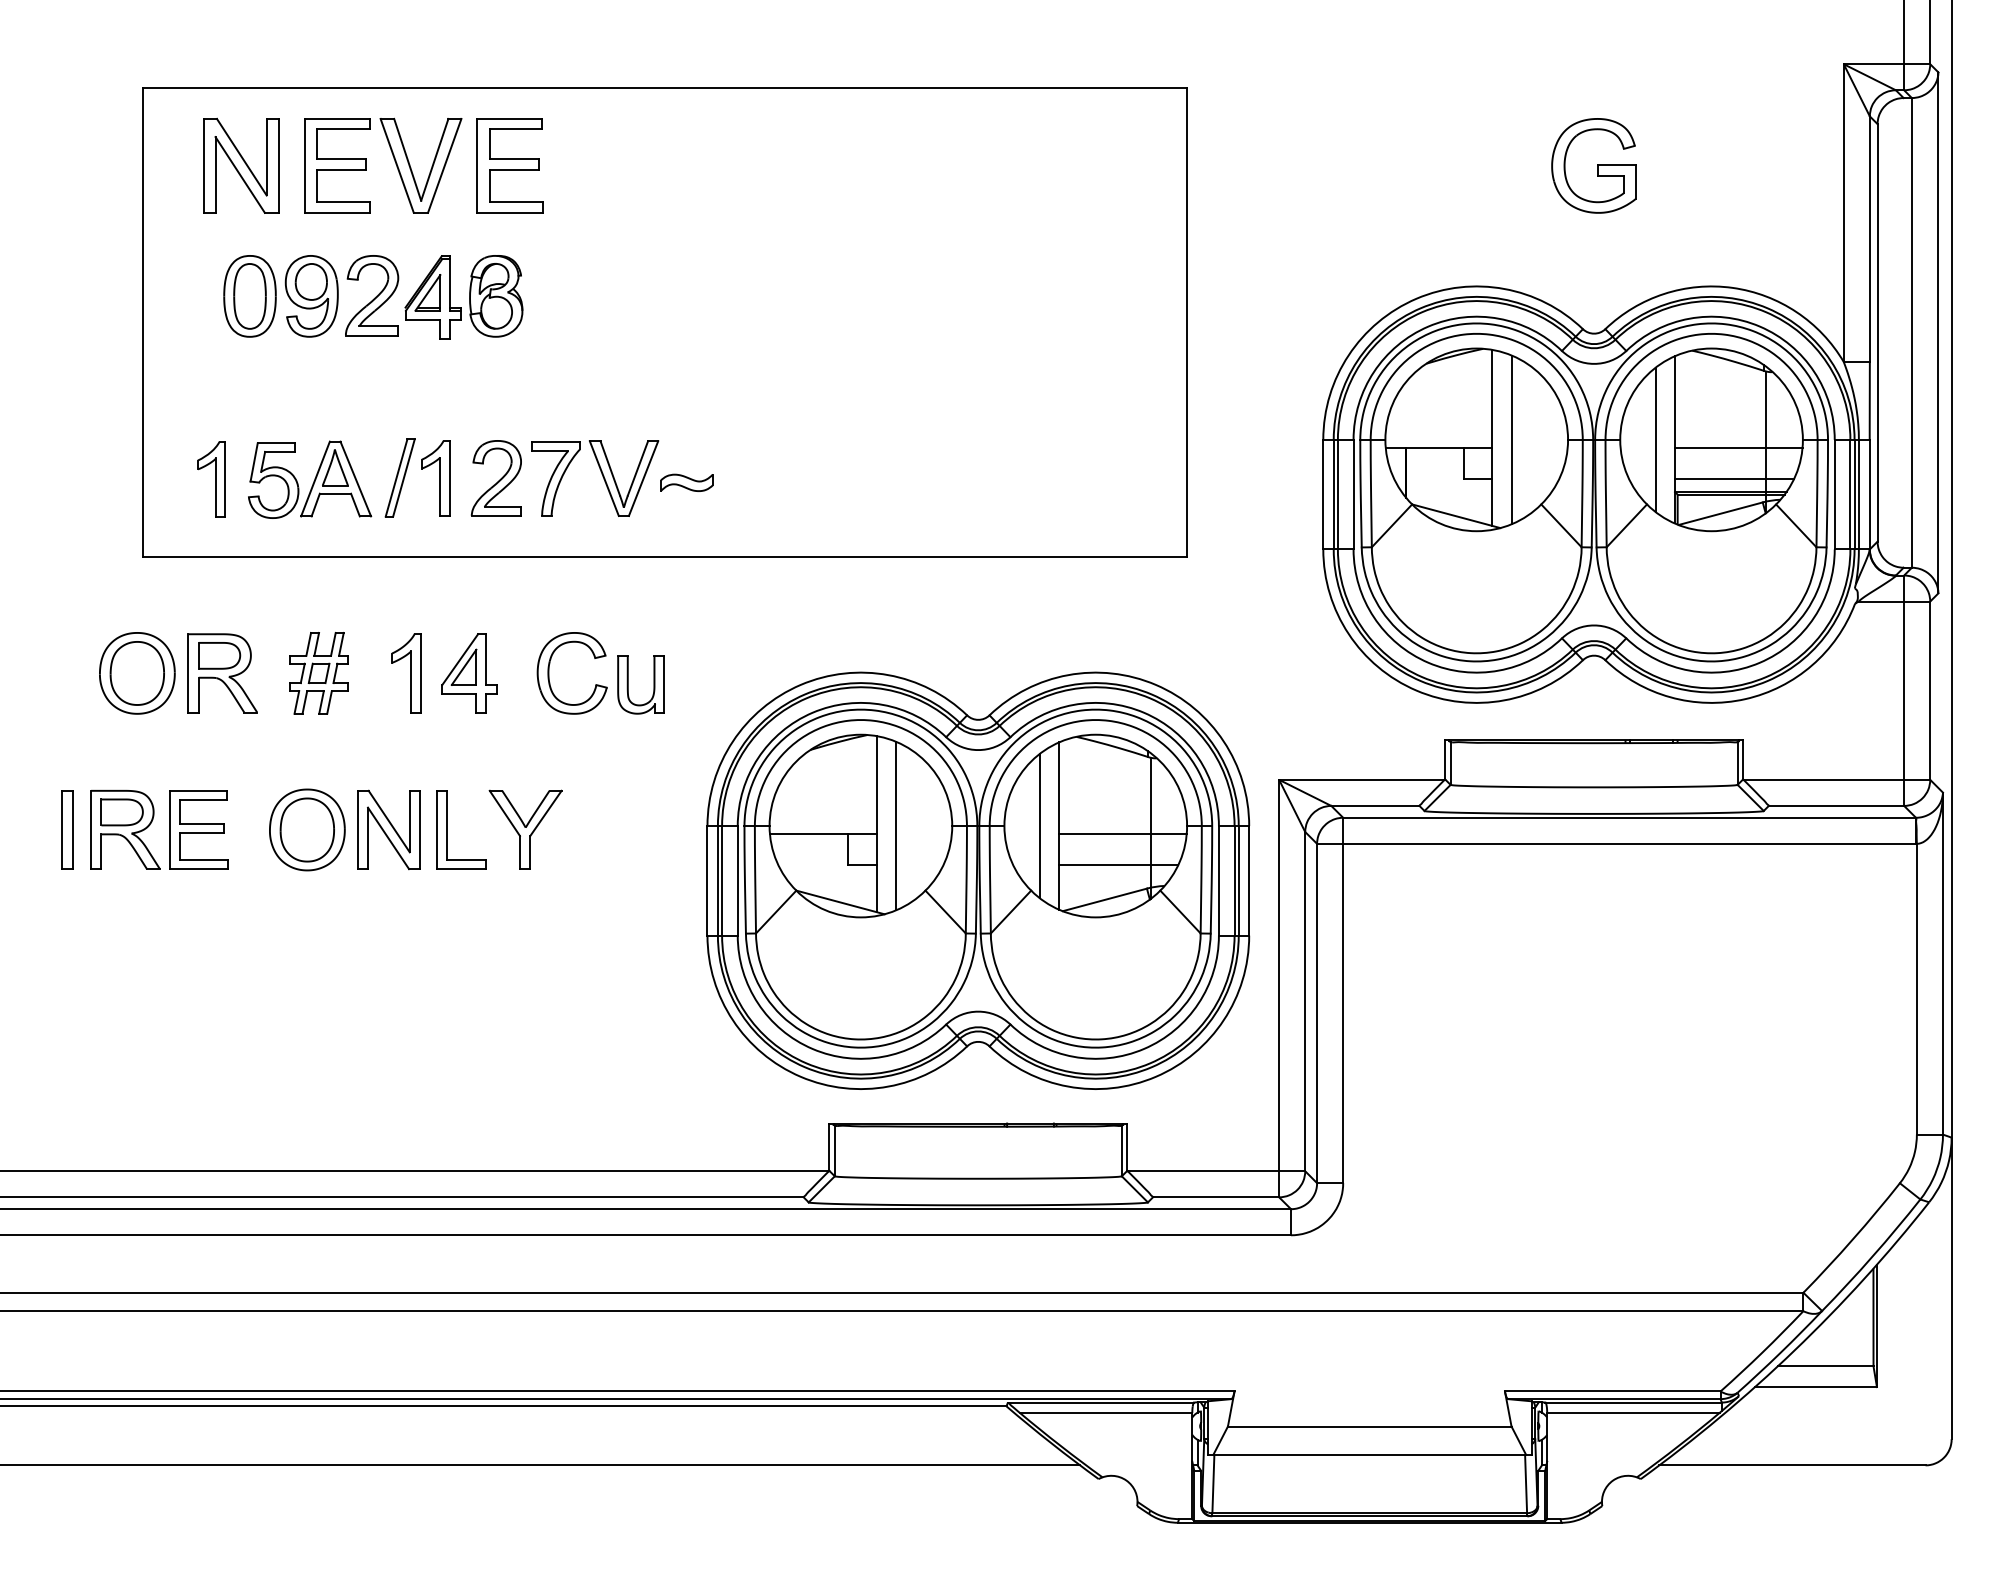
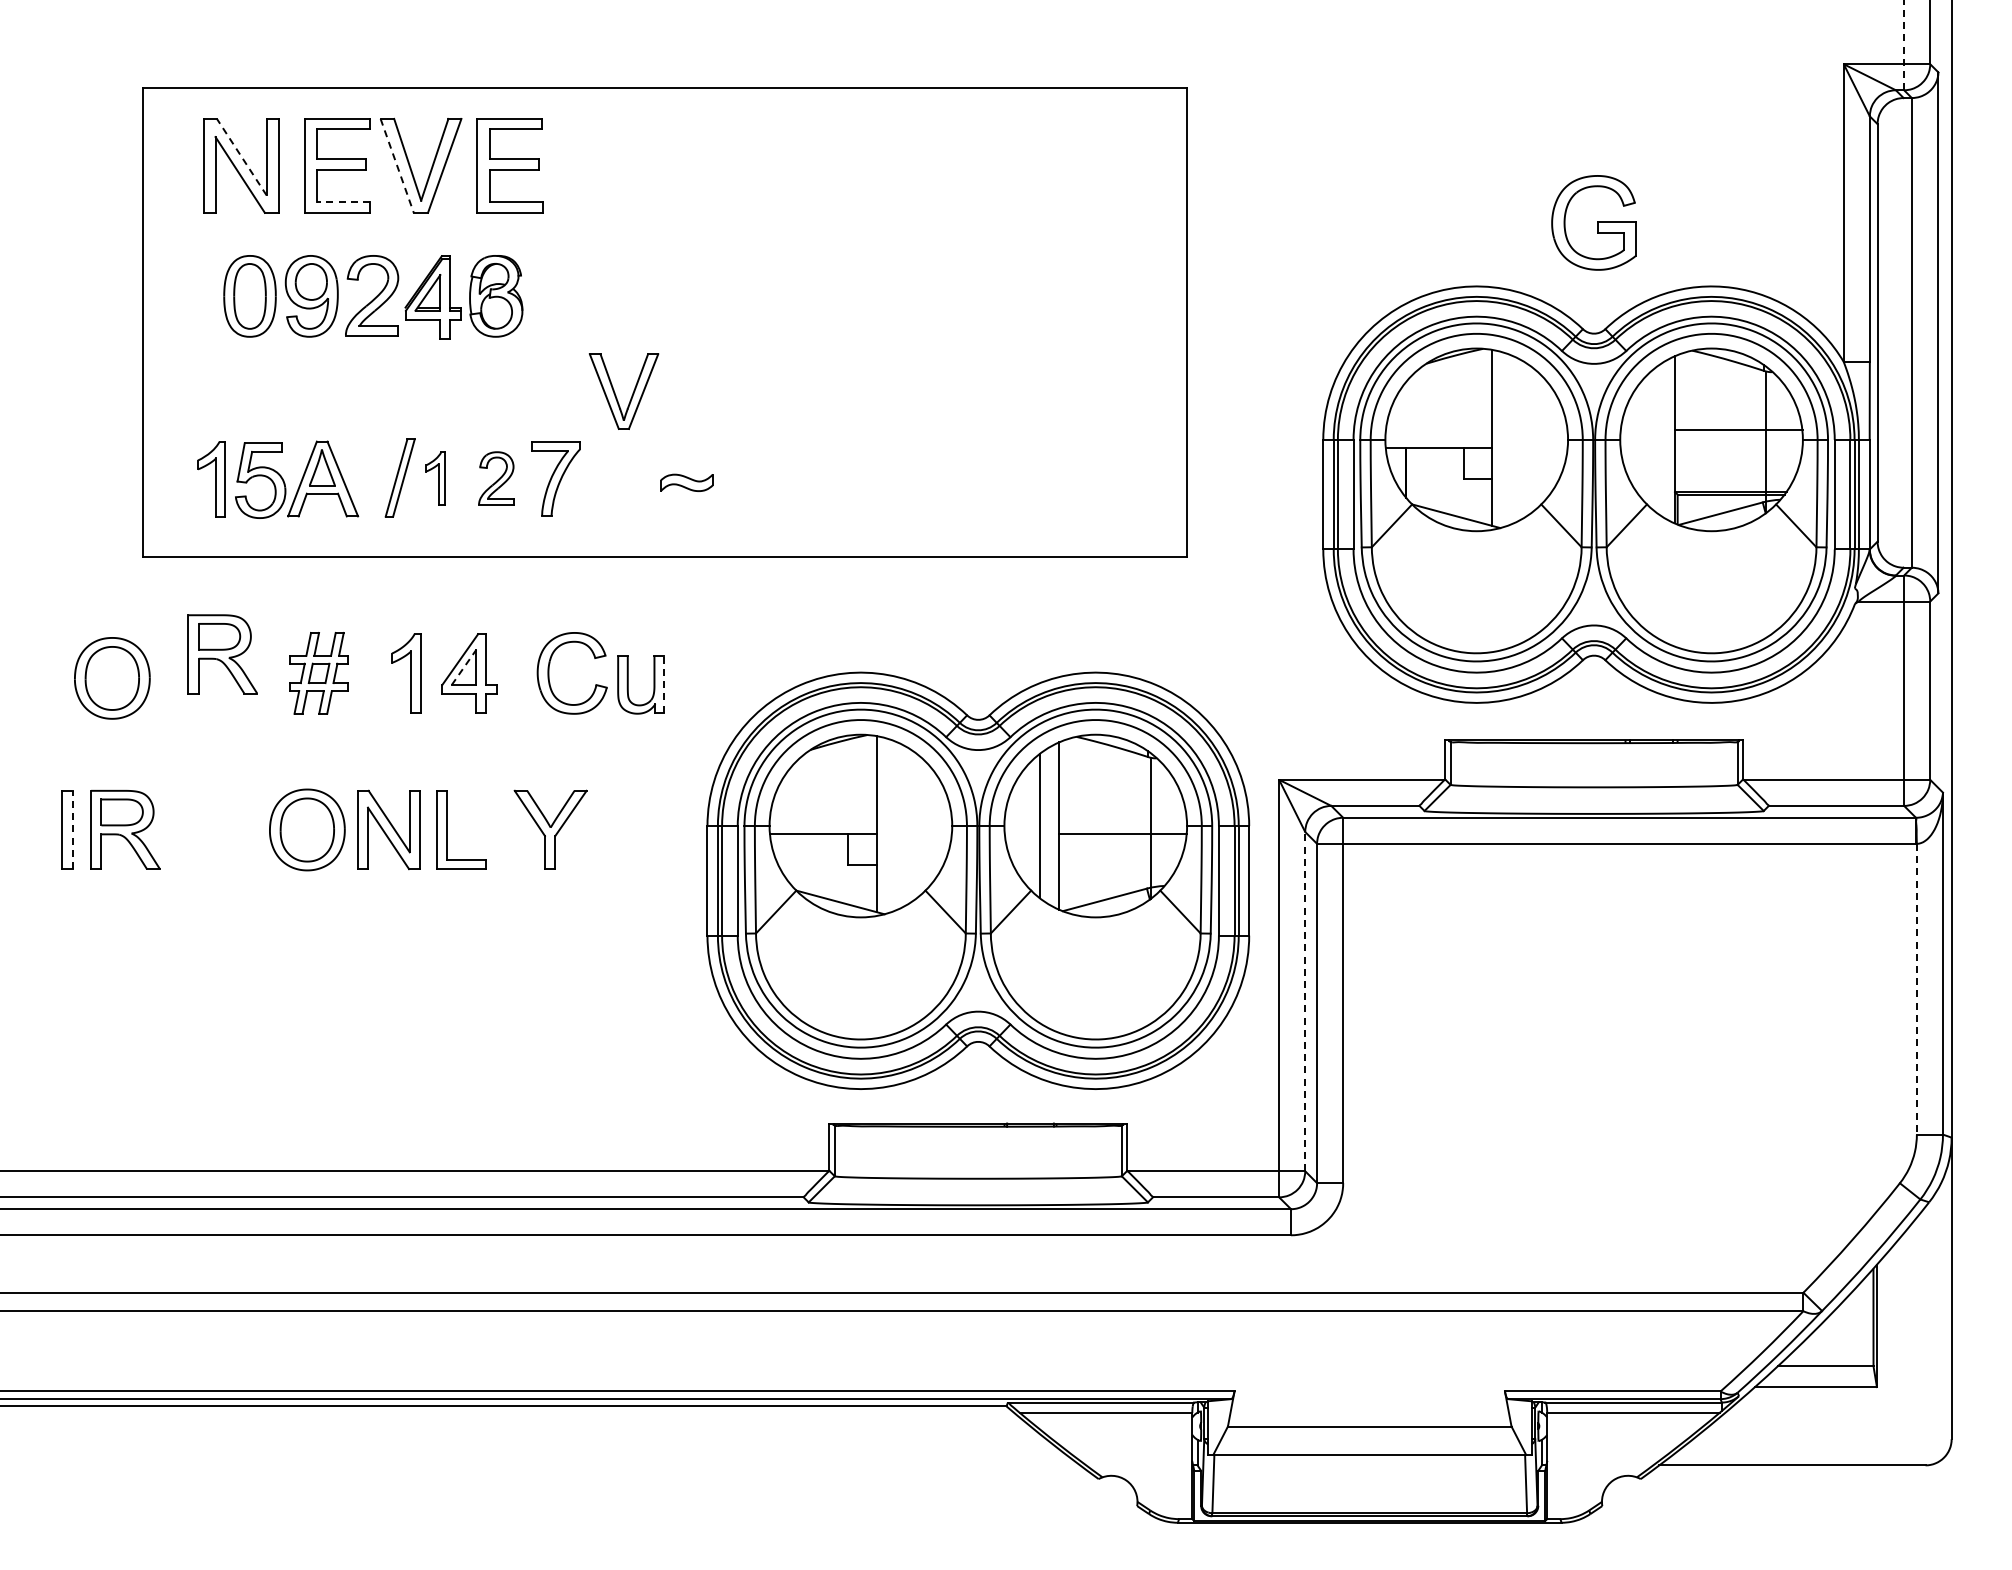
line at (1904, 45): solid -> dashed
line at (241, 157): solid -> dashed
line at (397, 165): solid -> dashed
part at (1593, 165) position: (1593, 165) -> (1593, 222)
line at (343, 202): solid -> dashed
line at (1511, 439): present -> none
line at (1655, 439): present -> none
line at (1738, 447) position: (1738, 447) -> (1738, 429)
part at (435, 478) size: 30x77 px -> 21x55 px
part at (495, 478) size: 52x77 px -> 37x55 px
line at (1734, 478): present -> none
part at (310, 479) position: (310, 479) -> (297, 479)
part at (615, 479) position: (615, 479) -> (615, 392)
line at (464, 666): solid -> dashed
part at (137, 673) position: (137, 673) -> (112, 678)
part at (222, 673) position: (222, 673) -> (222, 654)
line at (664, 683): solid -> dashed
line at (895, 825): present -> none
line at (72, 829): solid -> dashed
part at (198, 829): present -> none
part at (525, 829) position: (525, 829) -> (550, 829)
line at (1118, 865): present -> none
line at (1916, 989): solid -> dashed
line at (1305, 1001): solid -> dashed
line at (541, 1465): present -> none
